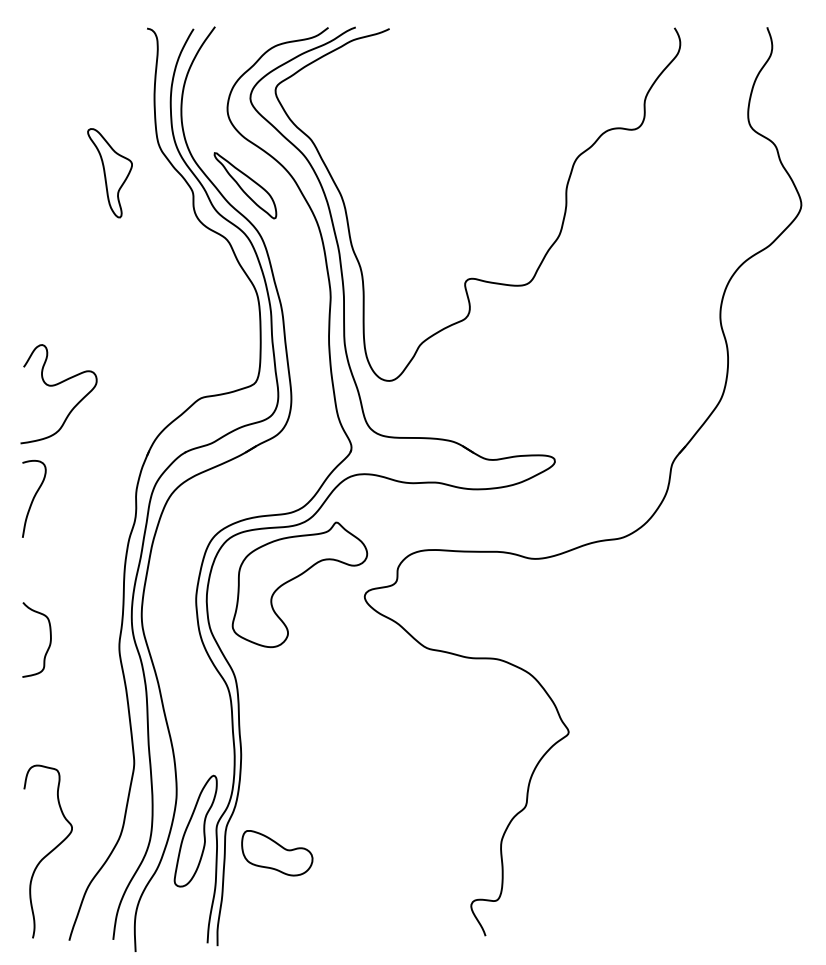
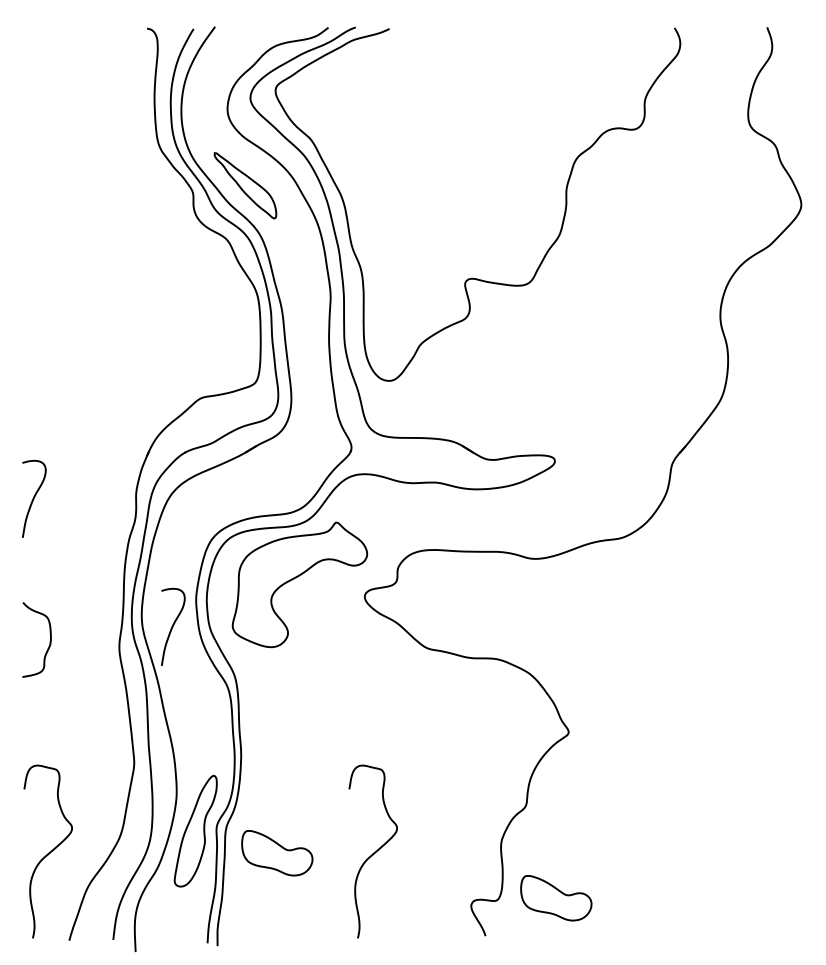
part at (109, 173): present -> none
curve at (54, 386): present -> none
curve at (173, 626): none -> present
curve at (373, 852): none -> present
part at (556, 898): none -> present
